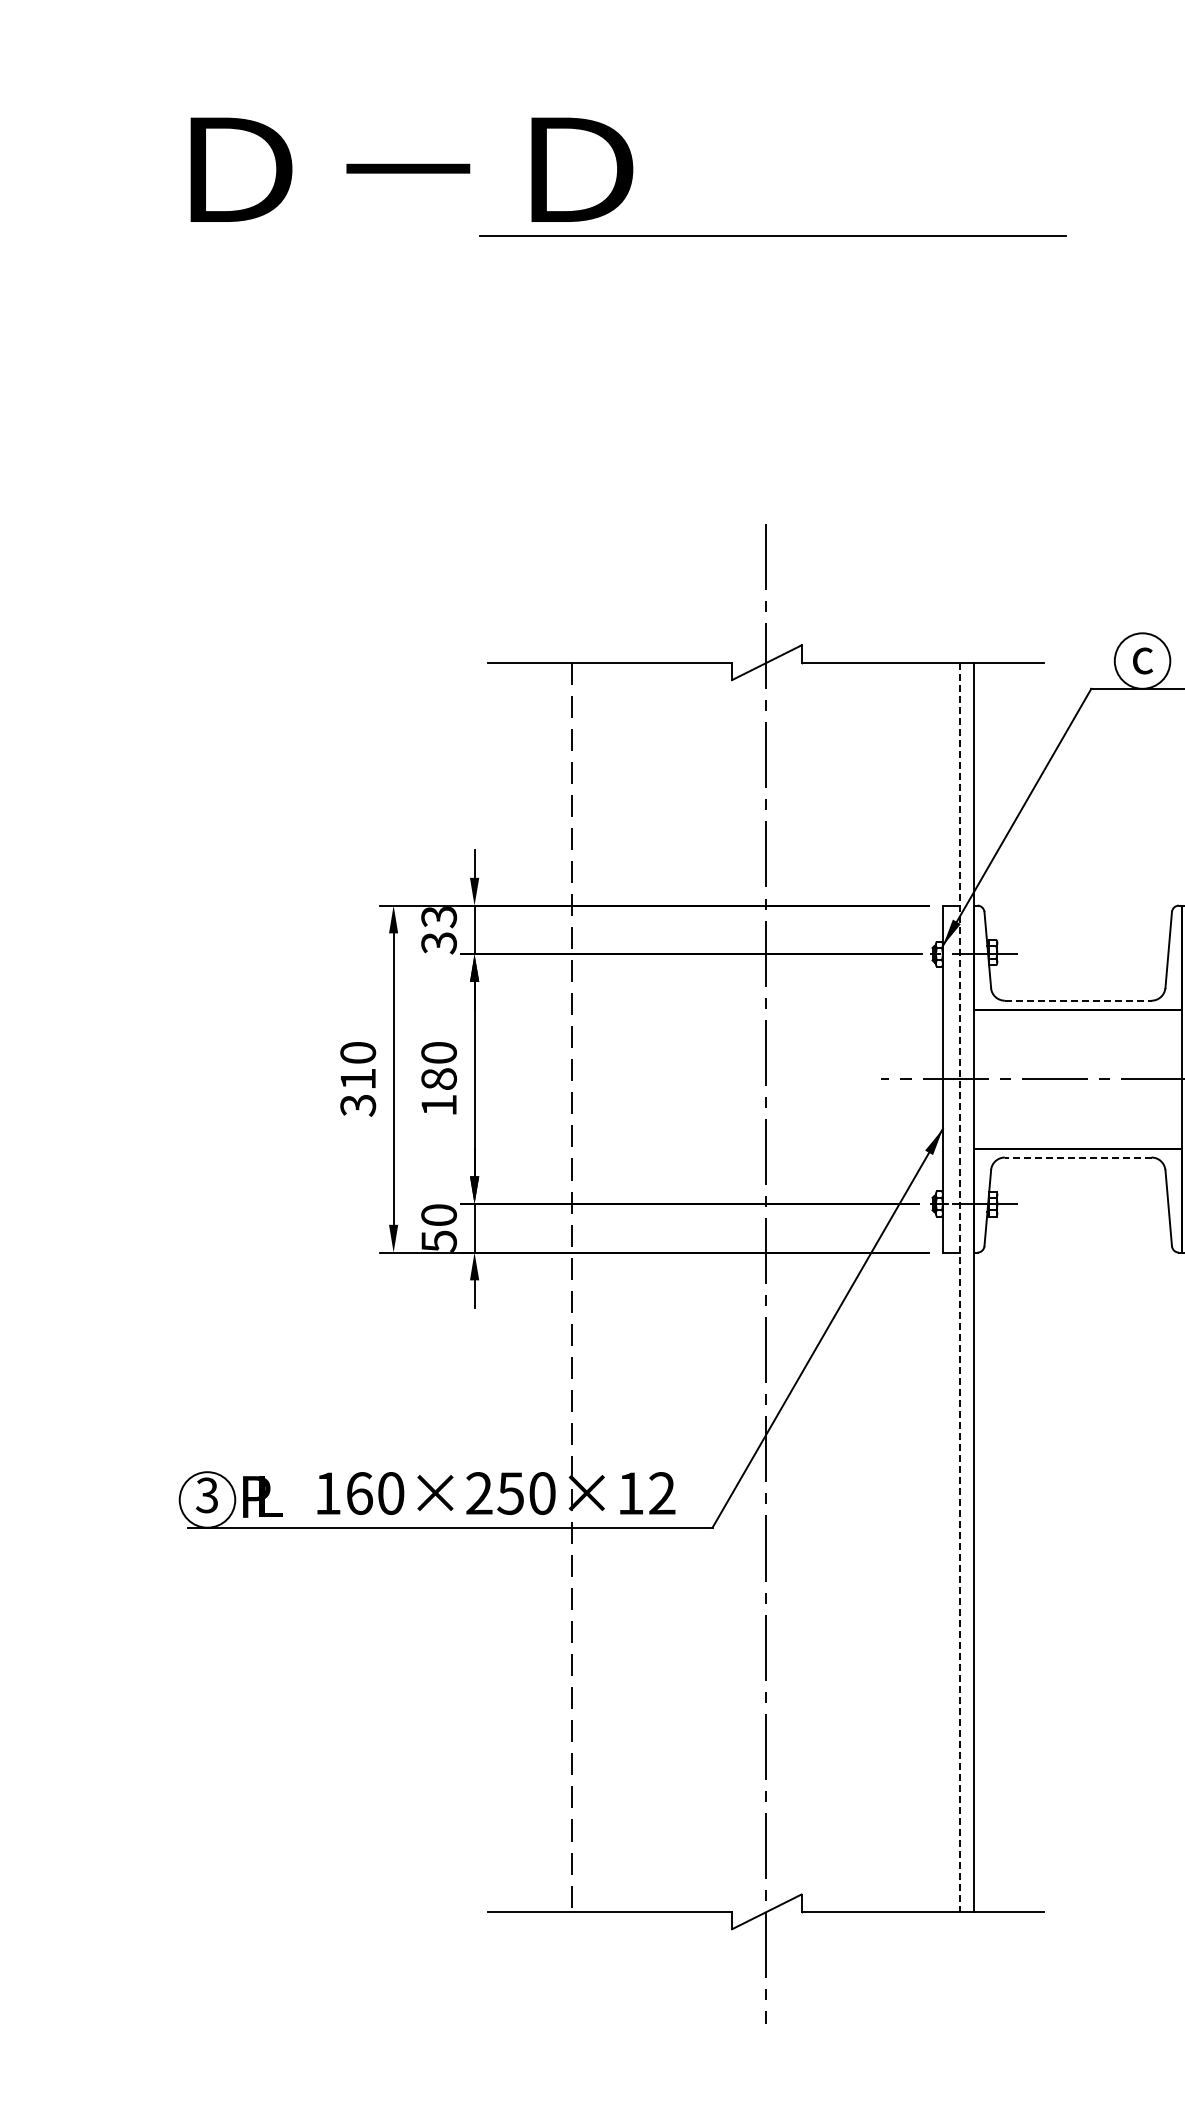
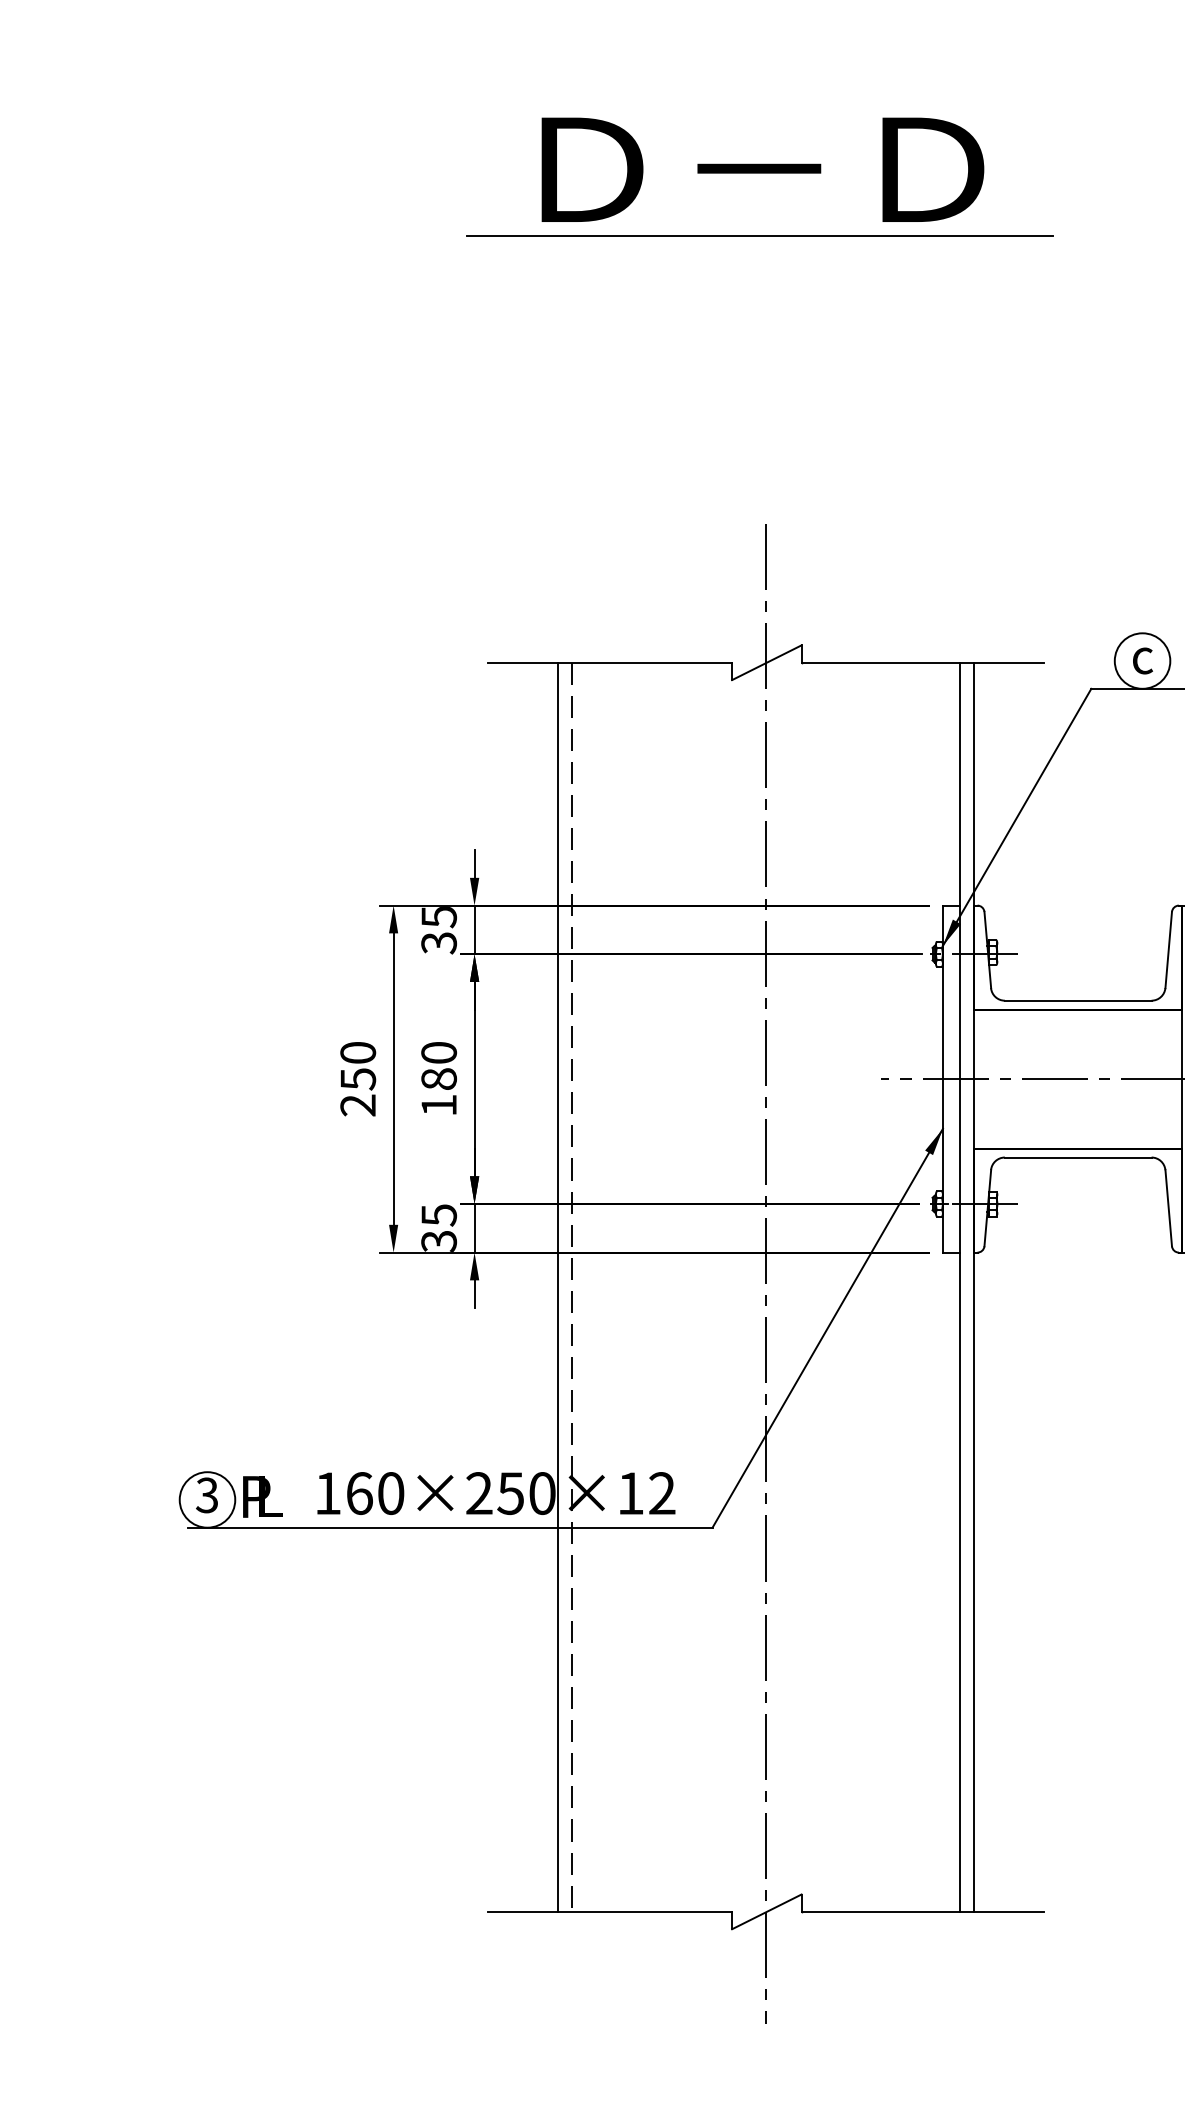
text at (411, 169) position: (411, 169) -> (762, 169)
line at (772, 235) position: (772, 235) -> (759, 235)
text at (438, 917): 33 -> 35
line at (1078, 1000): dashed -> solid
text at (358, 1092): 310 -> 250
line at (1077, 1157): dashed -> solid
text at (438, 1227): 50 -> 35
line at (557, 1286): none -> present
line at (959, 1287): dashed -> solid
